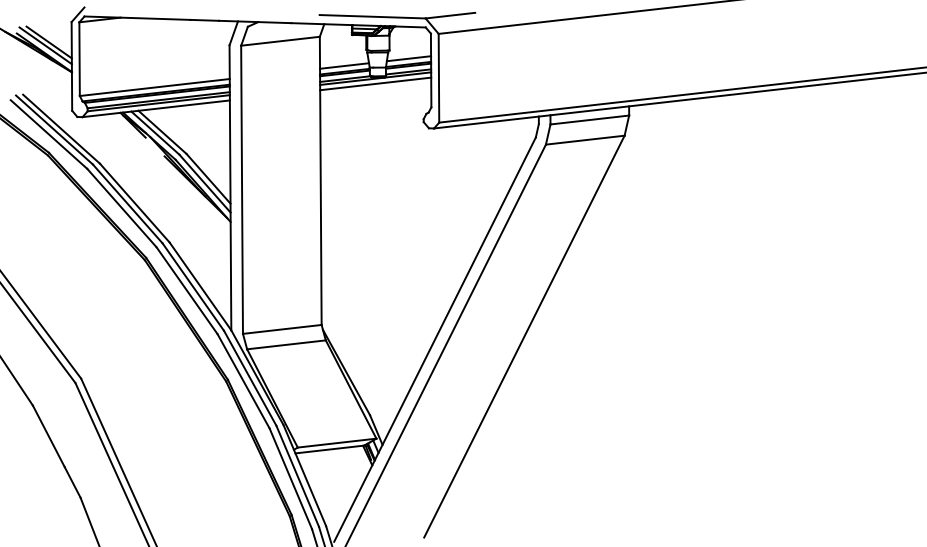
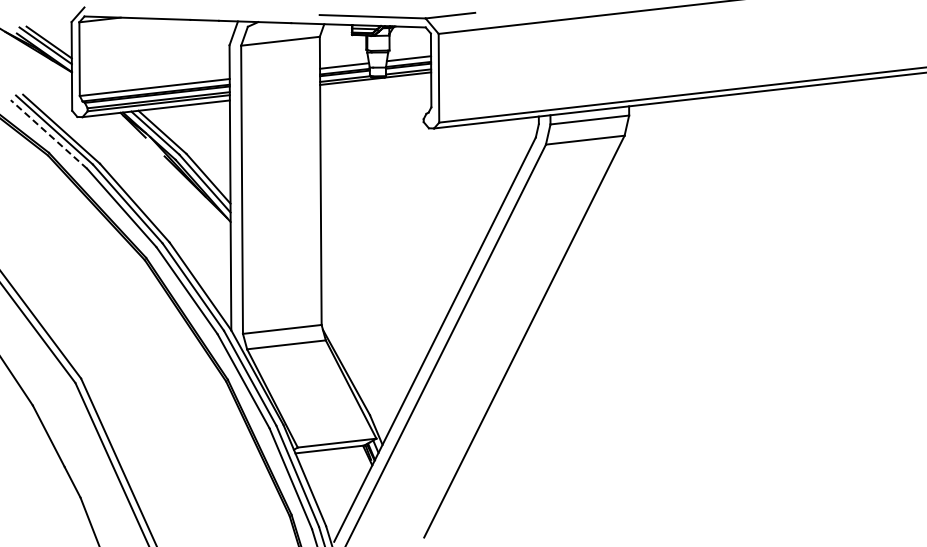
line at (375, 83): present -> none
line at (48, 134): solid -> dashed
